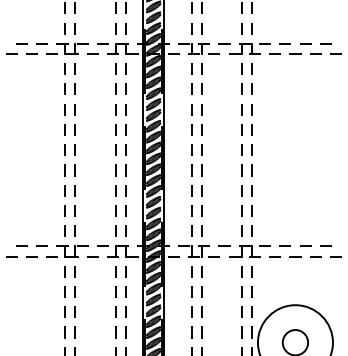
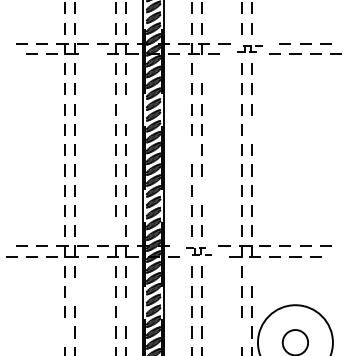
part at (249, 48) size: 42x12 px -> 26x8 px
line at (11, 53): present -> none
line at (92, 53): present -> none
line at (201, 68): present -> none
line at (125, 109): present -> none
line at (251, 129): present -> none
line at (191, 149): present -> none
line at (201, 190): present -> none
line at (115, 230): present -> none
part at (198, 251) size: 42x13 px -> 26x9 px
line at (335, 256): present -> none
line at (251, 271): present -> none
line at (74, 291): present -> none
line at (125, 311): present -> none
line at (64, 332): present -> none
line at (241, 332): present -> none
